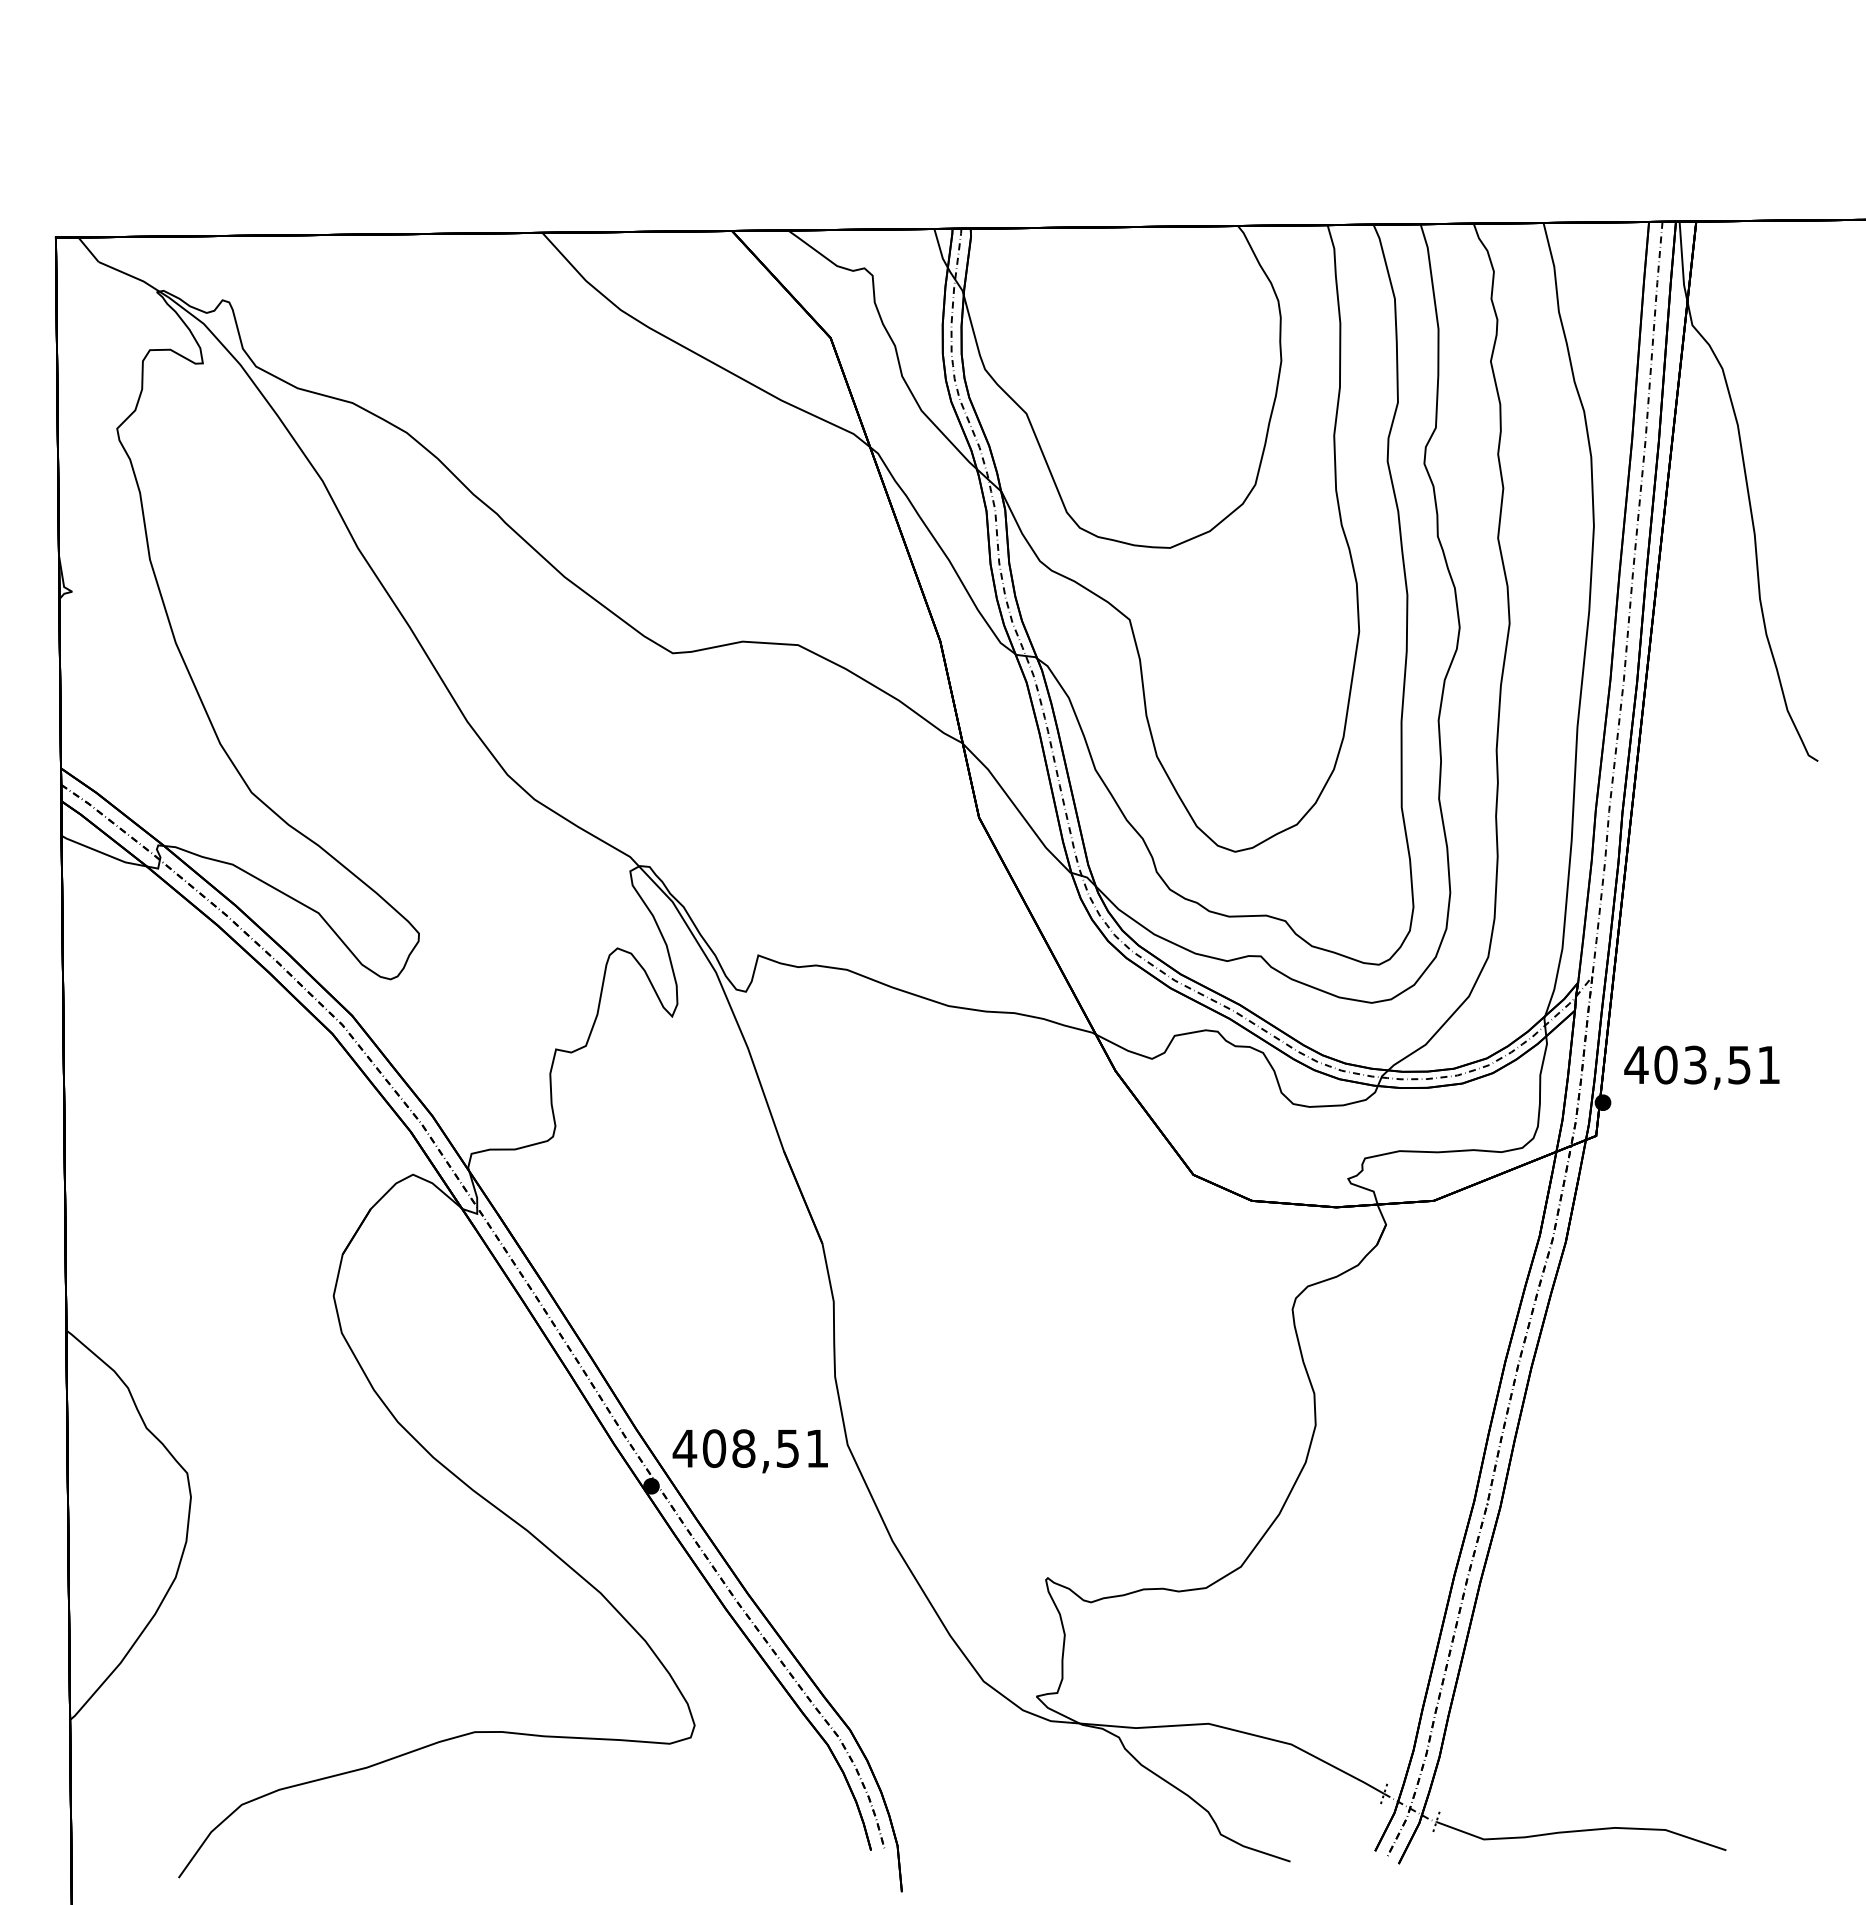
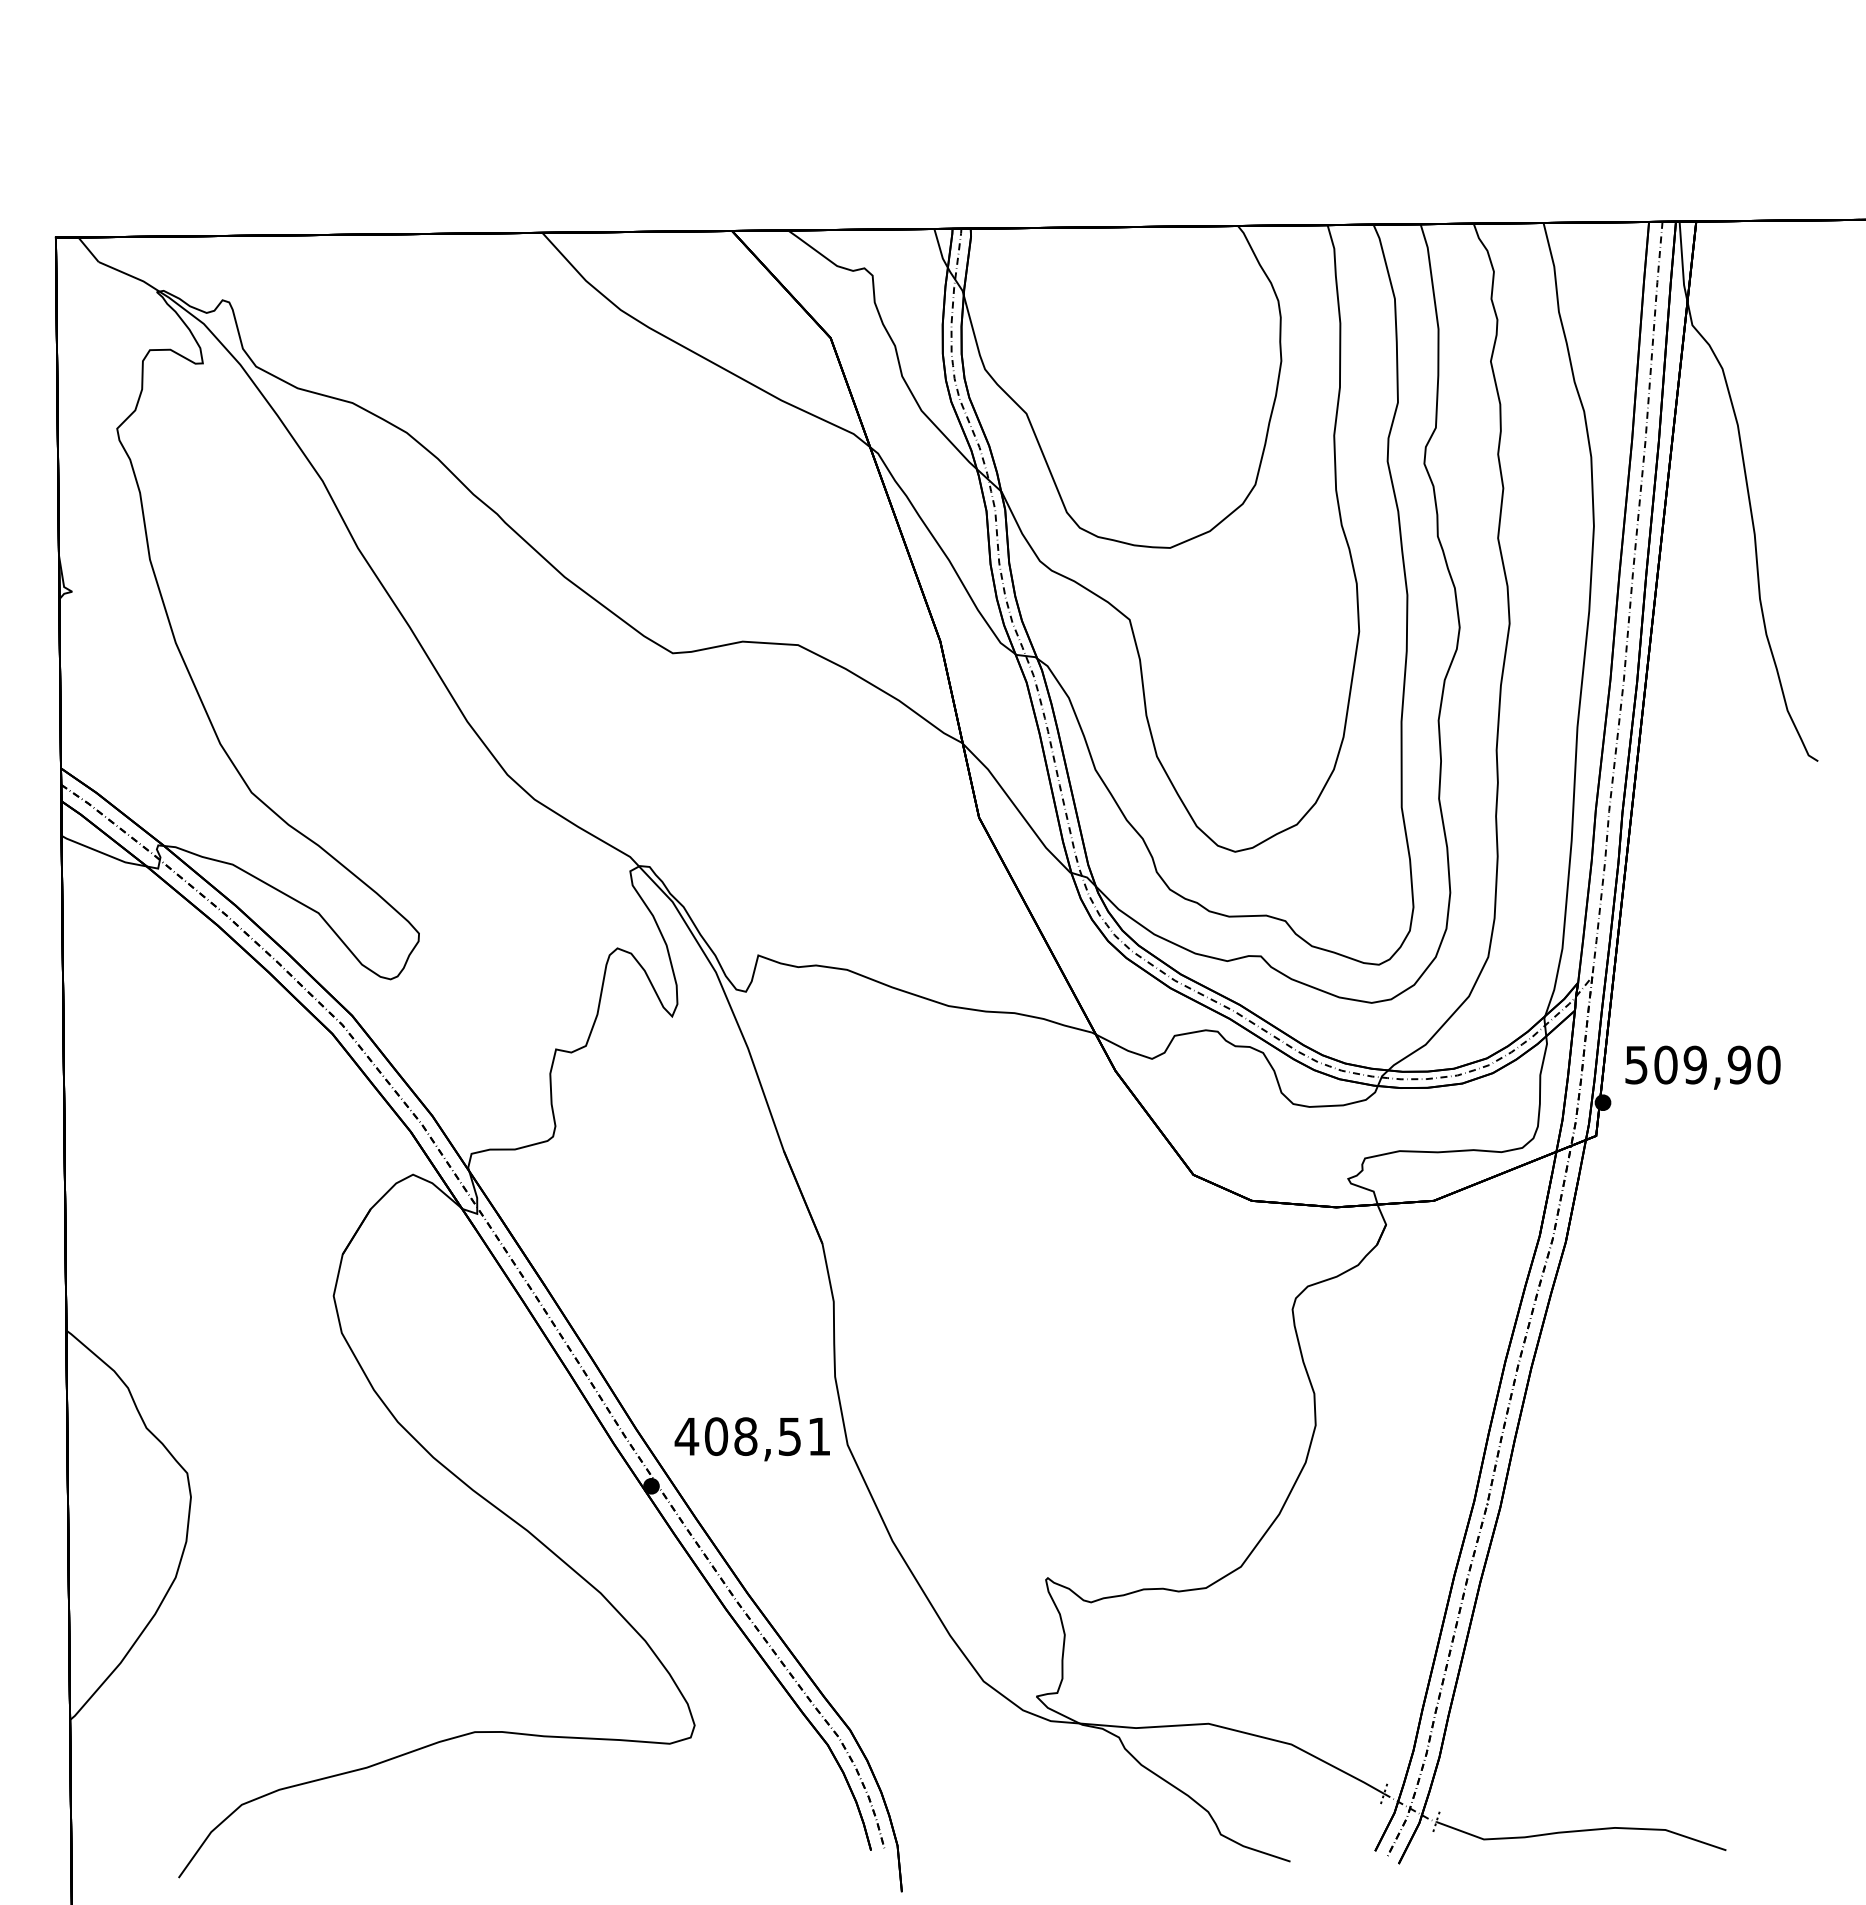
text at (1702, 1064): 403,51 -> 509,90
text at (749, 1451) position: (749, 1451) -> (751, 1439)
